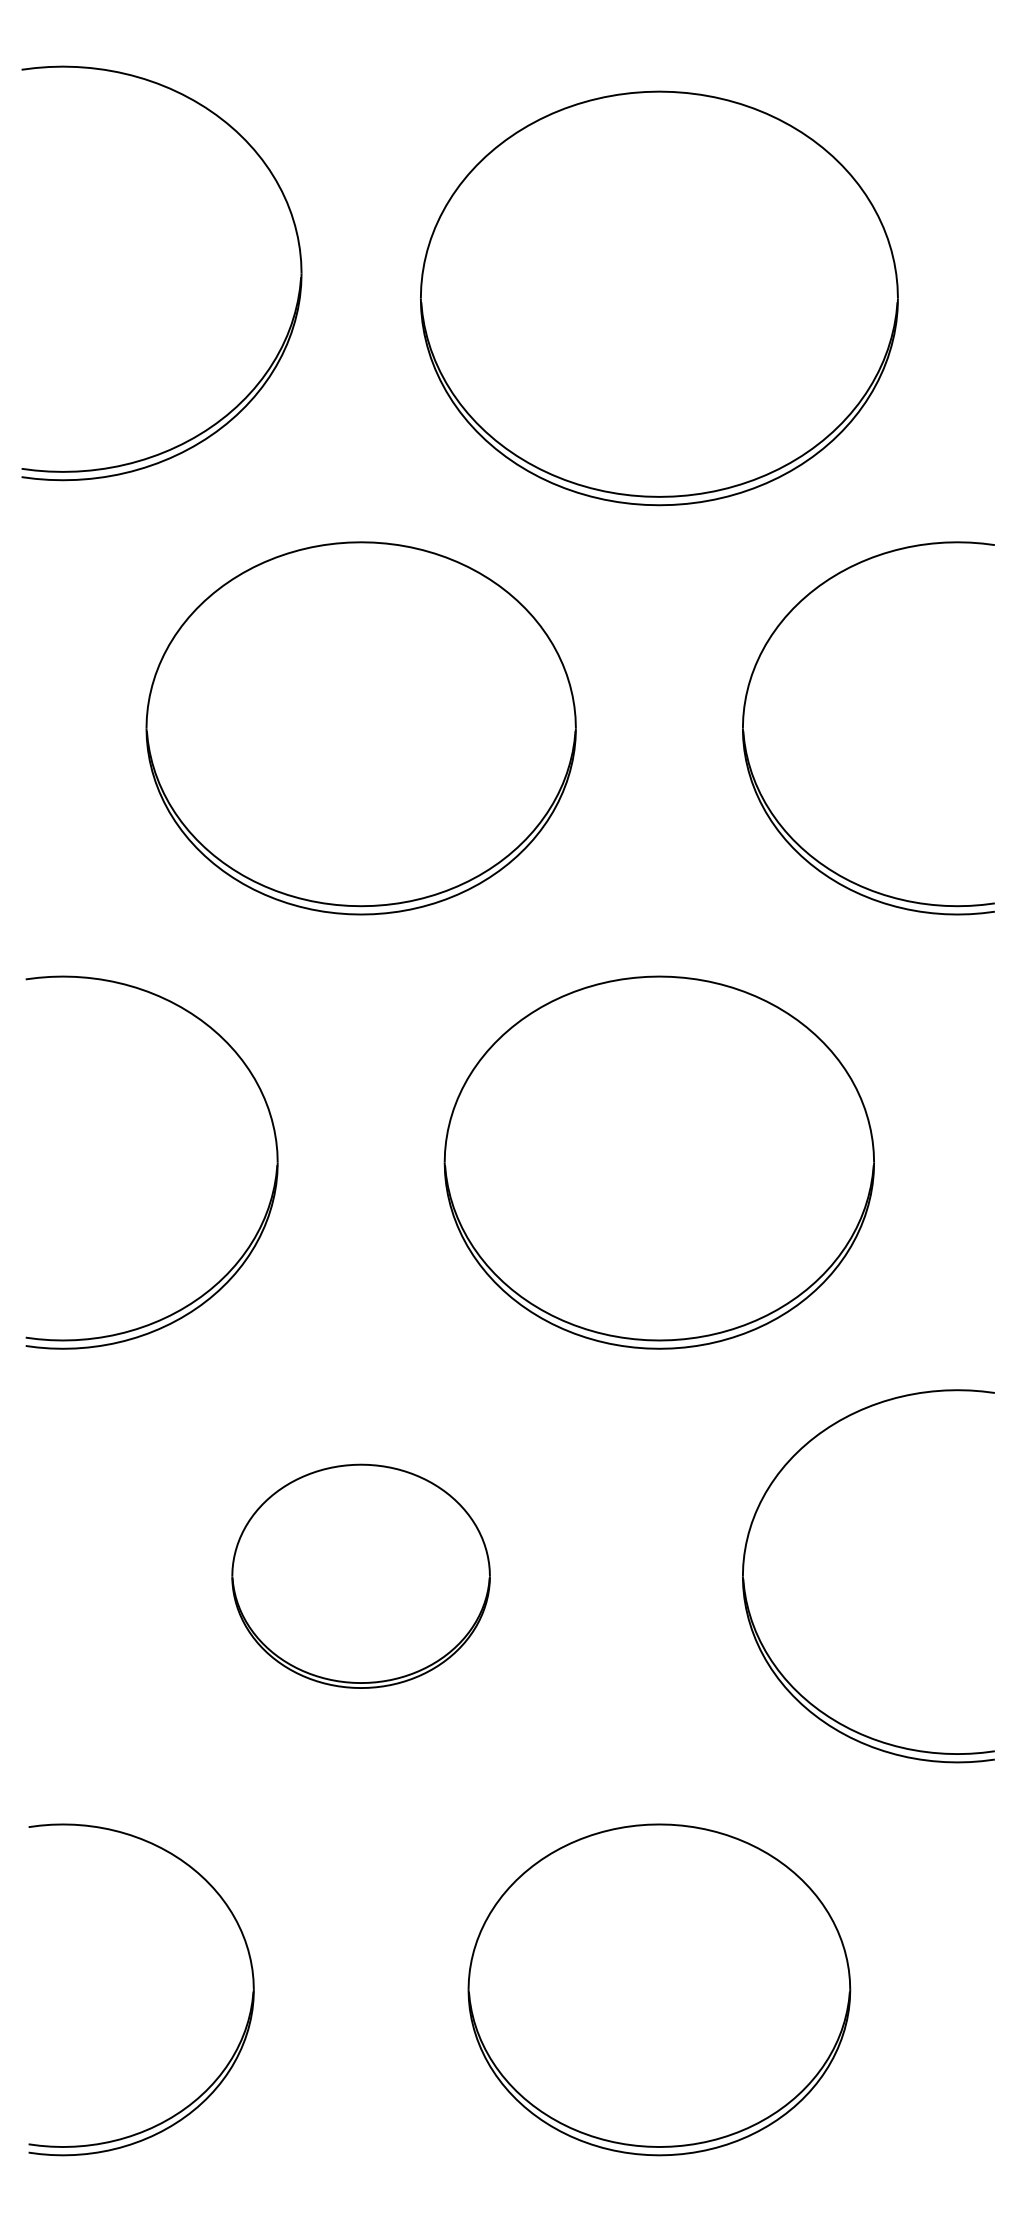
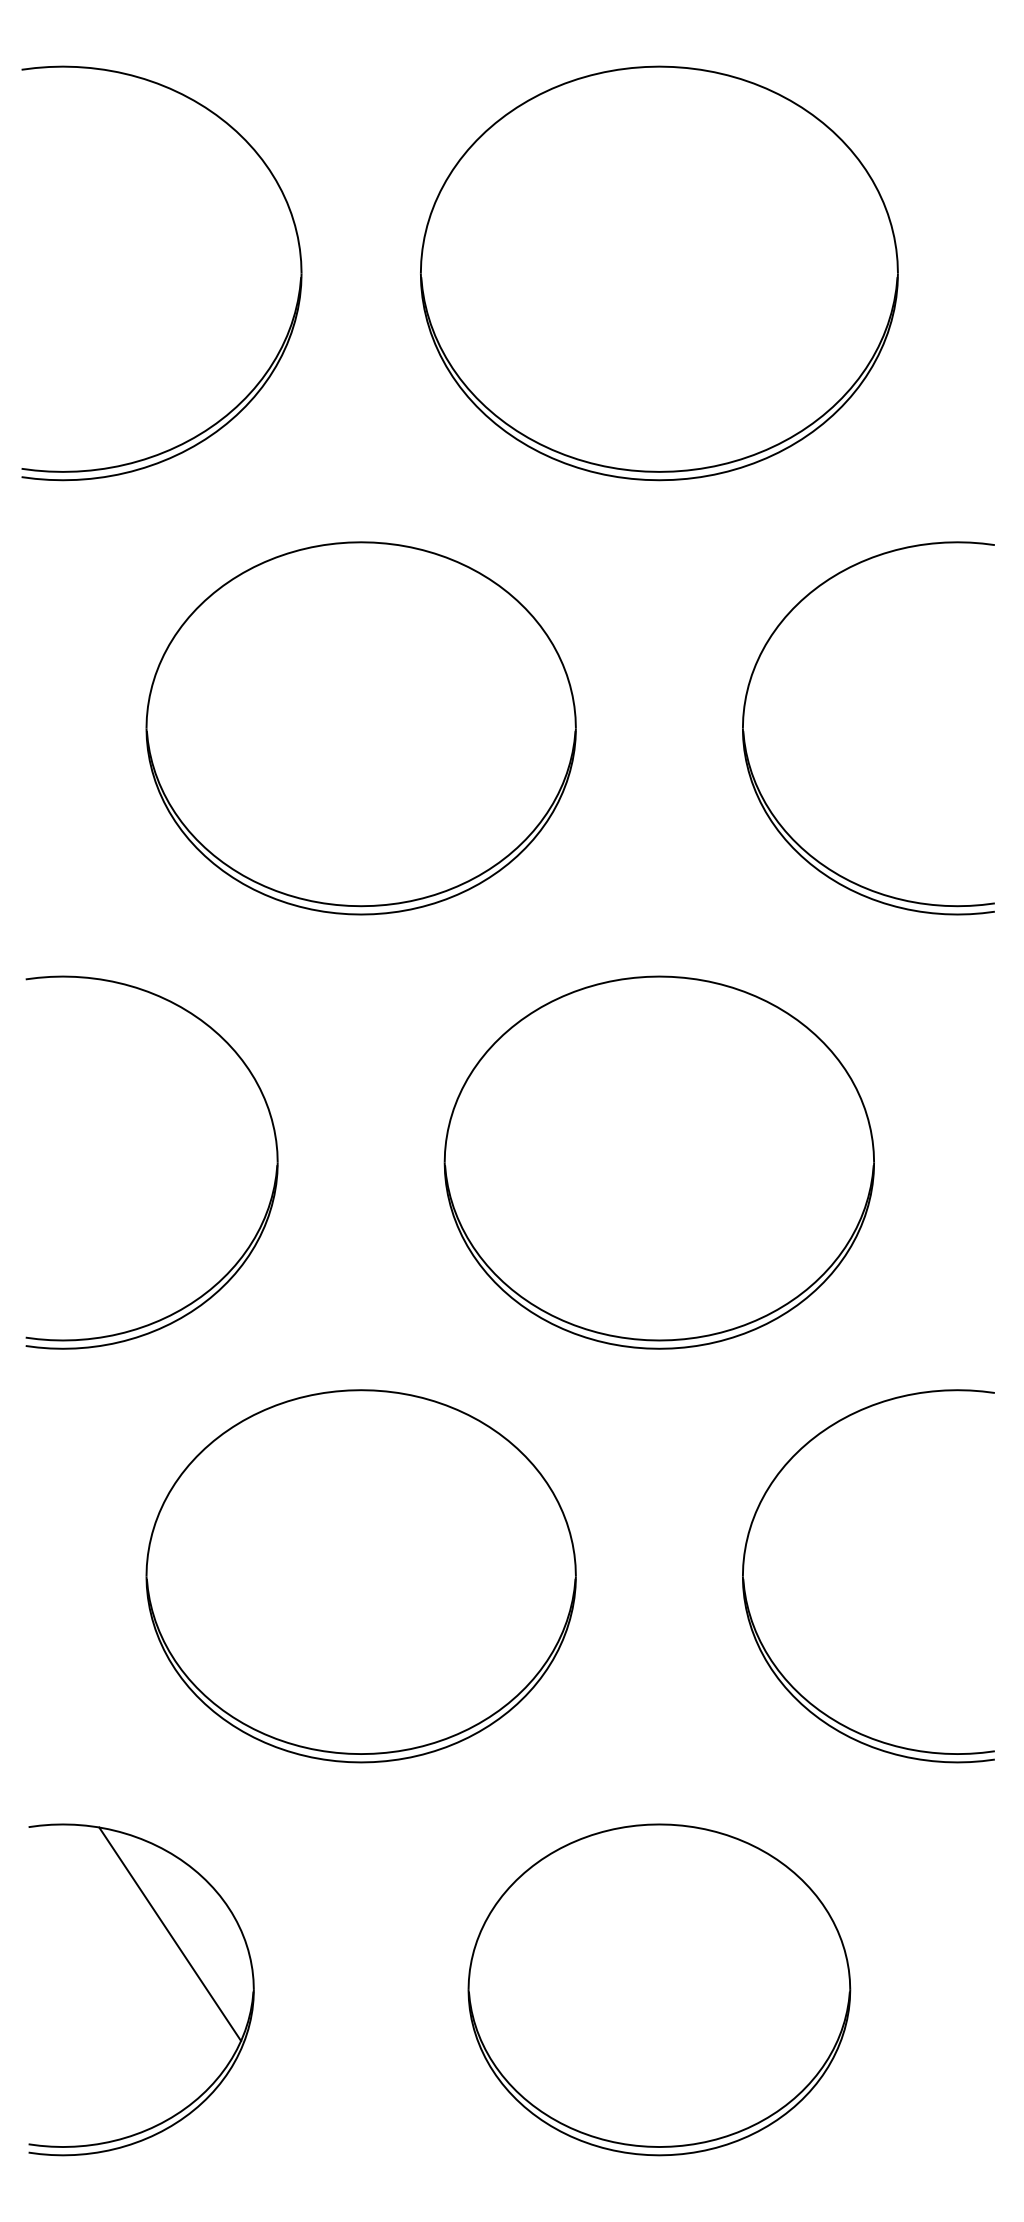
part at (659, 298) position: (659, 298) -> (659, 273)
part at (360, 1575) size: 260x226 px -> 432x375 px
line at (170, 1934): none -> present
